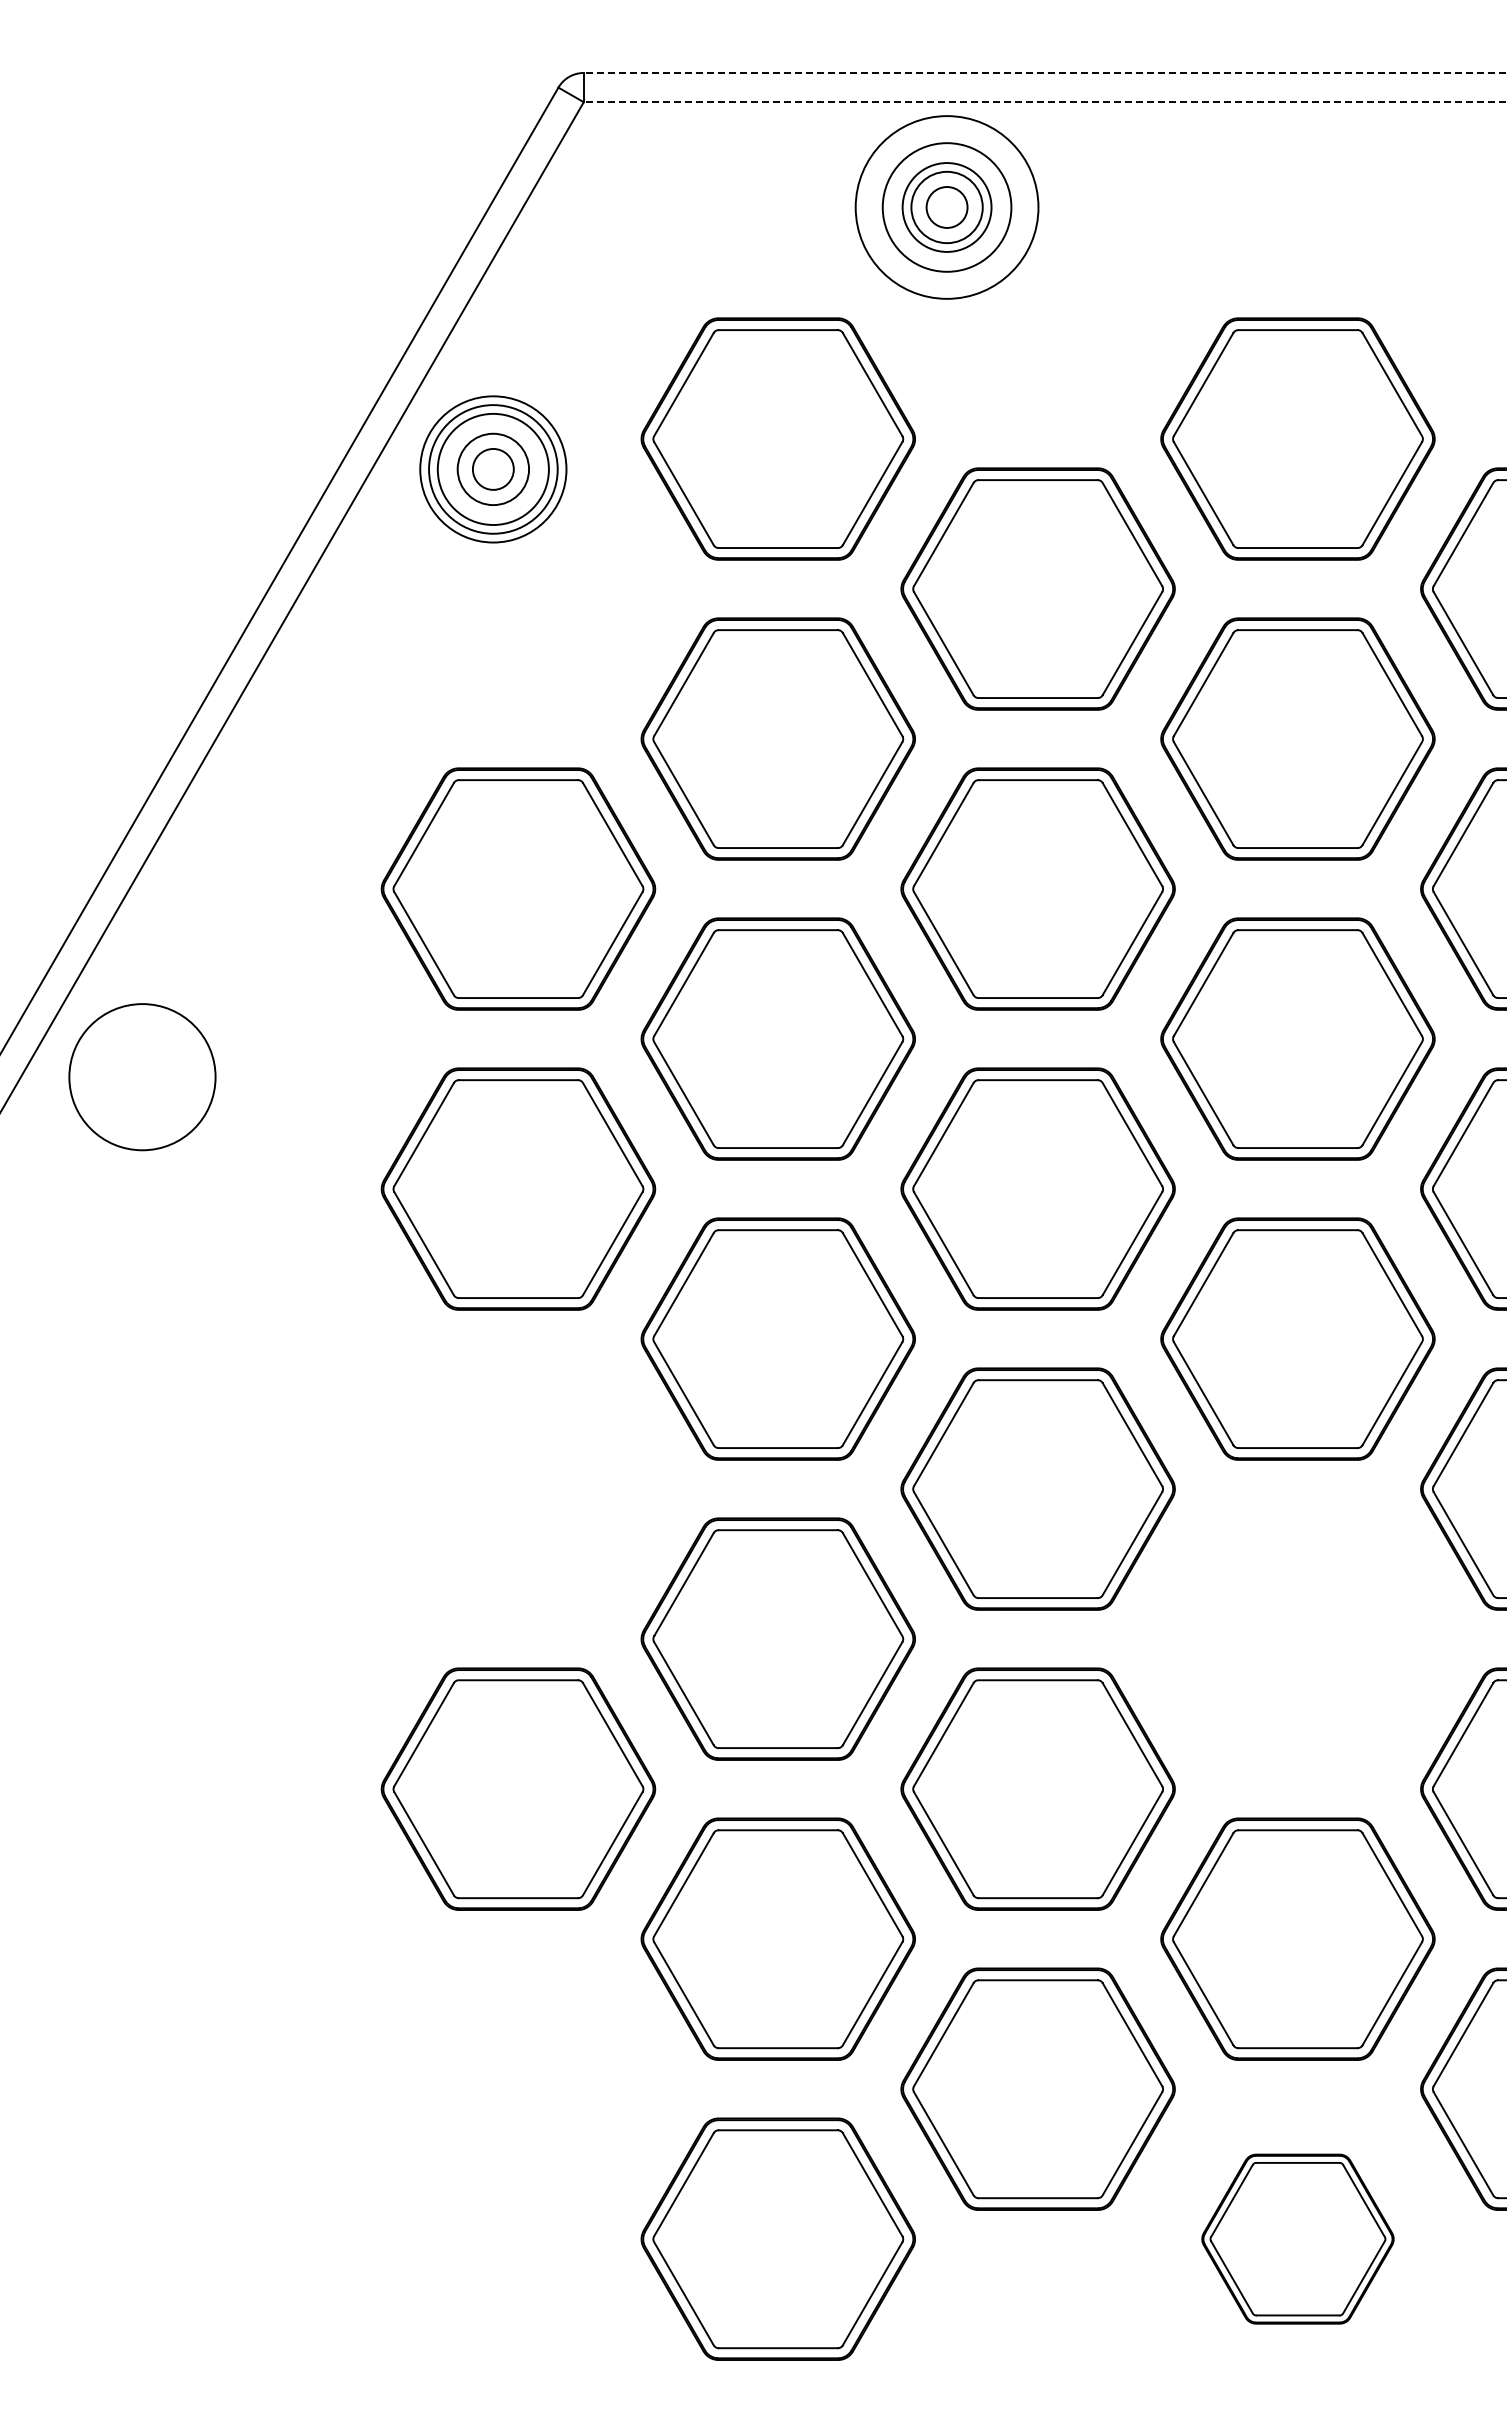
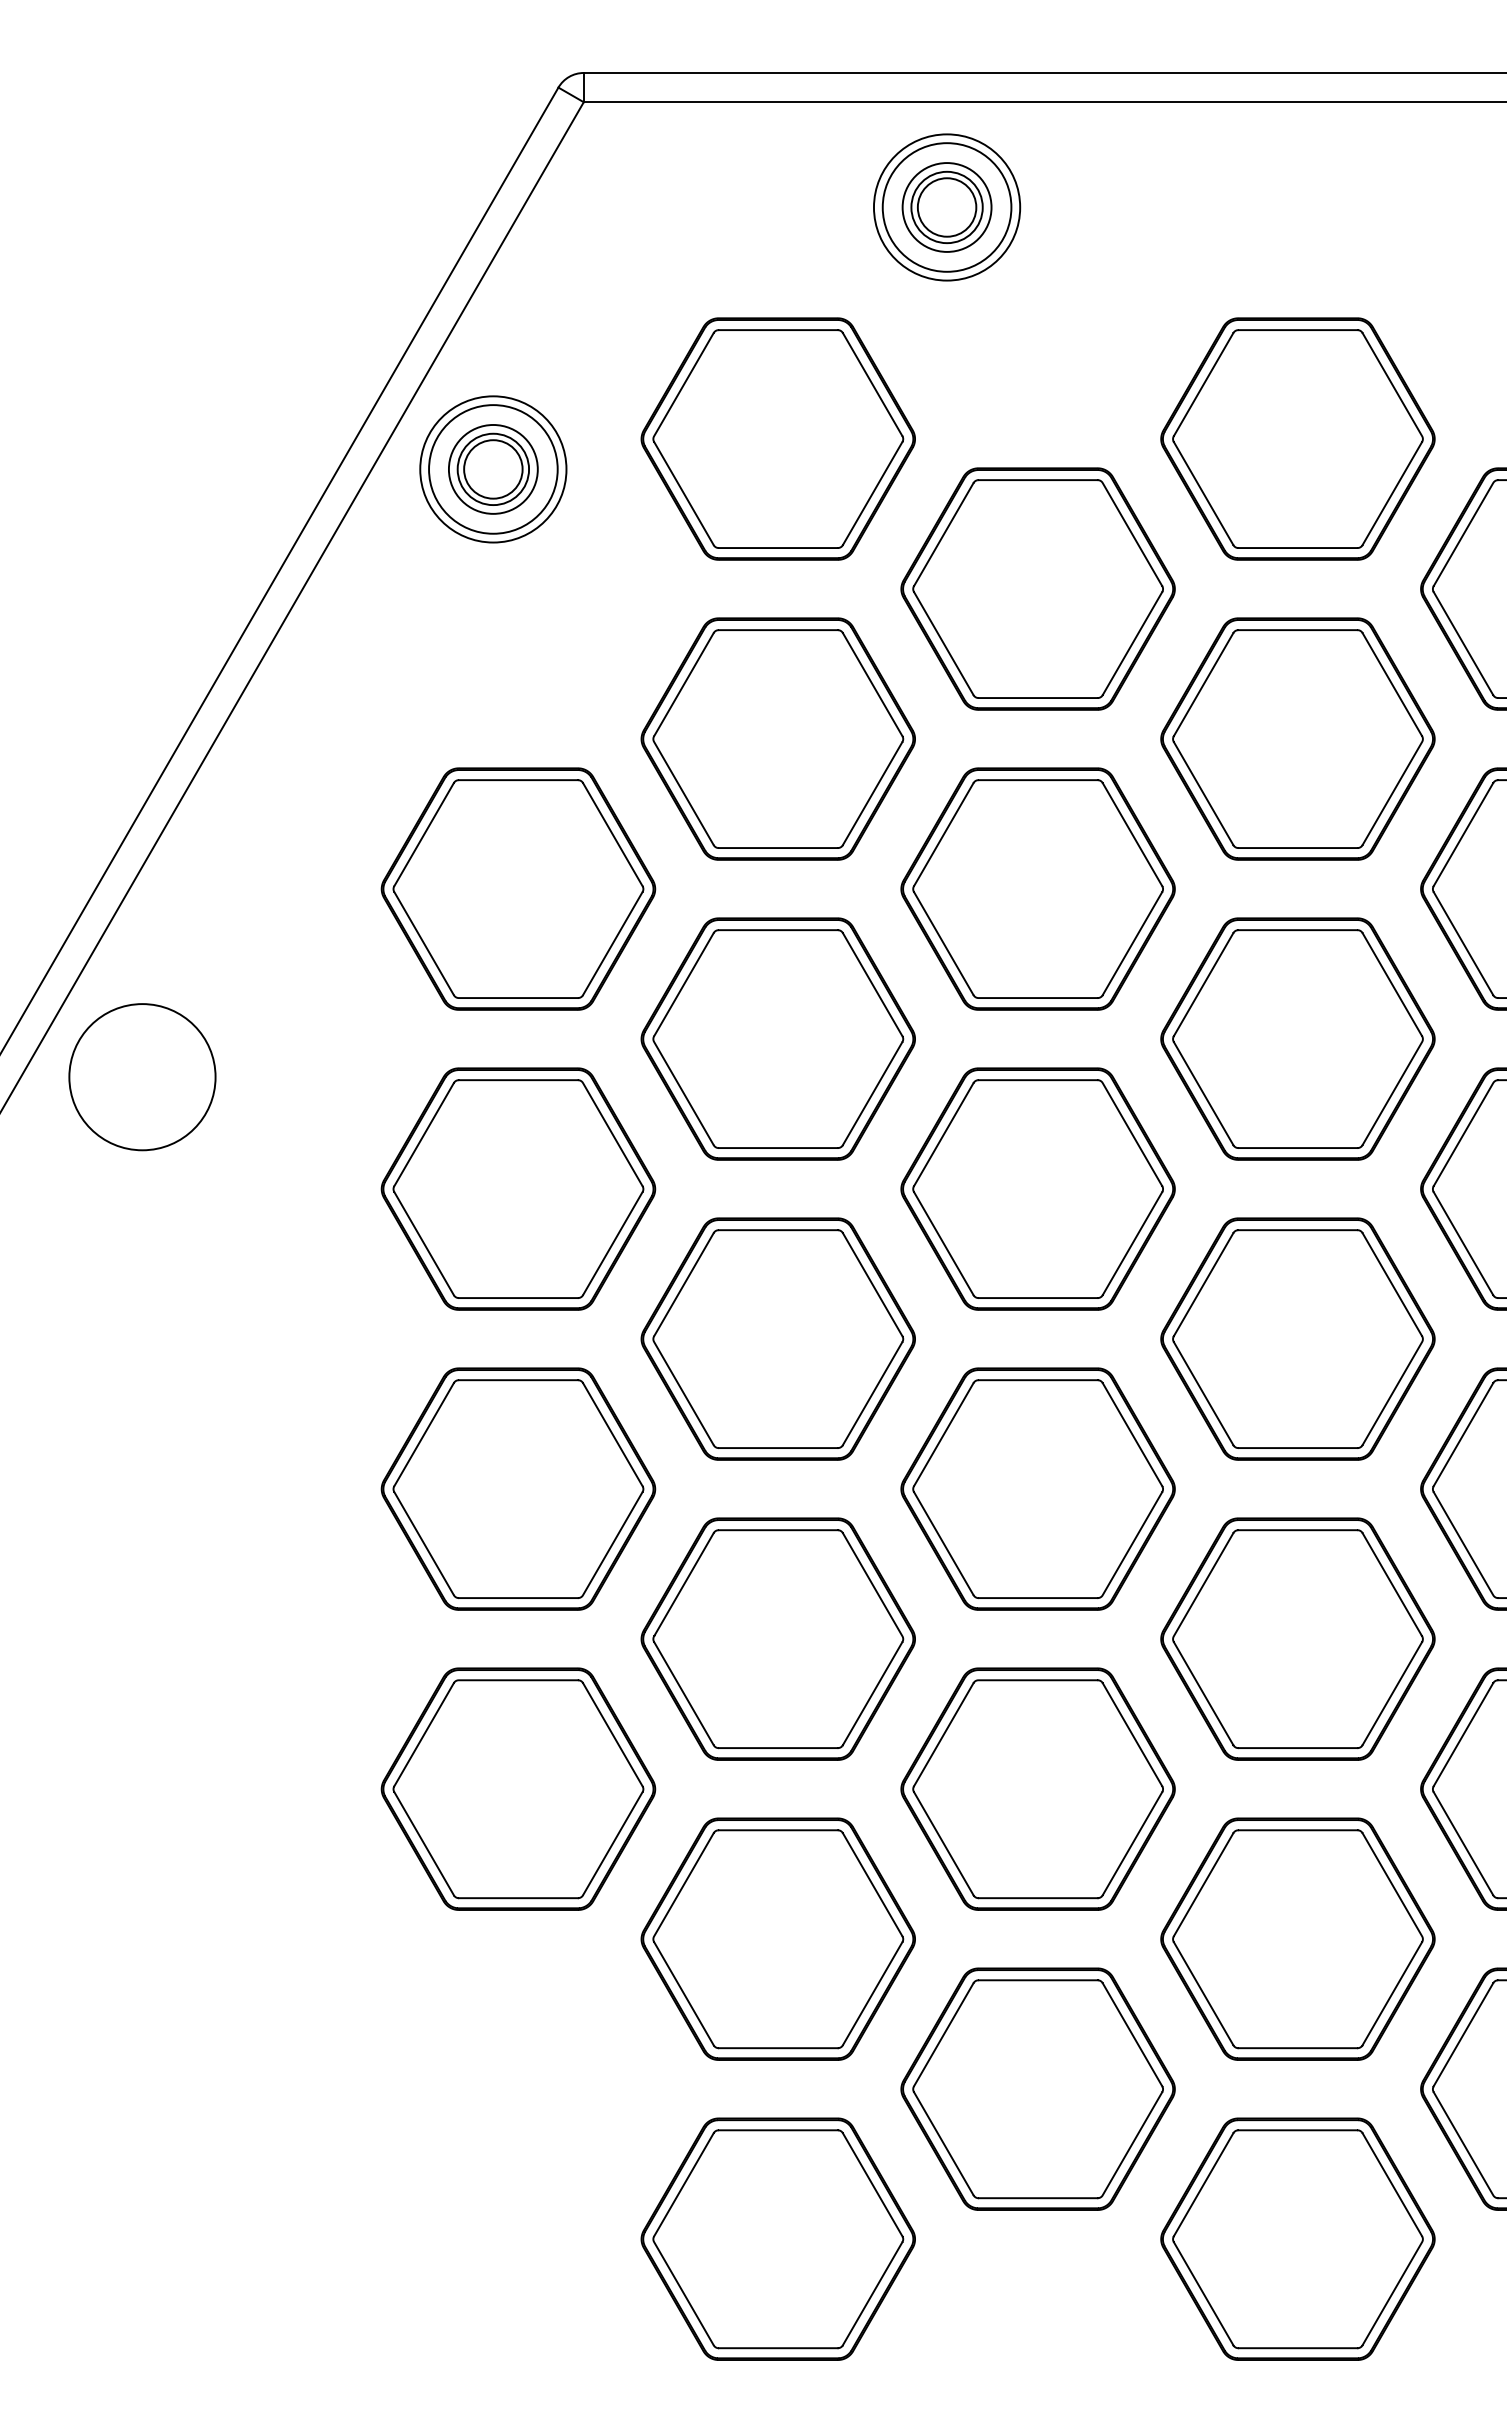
line at (1044, 72): dashed -> solid
line at (1044, 102): dashed -> solid
circle at (946, 207) diameter: 183 px -> 146 px
circle at (946, 207) diameter: 41 px -> 58 px
circle at (492, 468) diameter: 41 px -> 58 px
circle at (492, 469) diameter: 111 px -> 89 px
part at (518, 1488): none -> present
part at (1297, 1638): none -> present
part at (1297, 2238) size: 194x172 px -> 276x244 px
